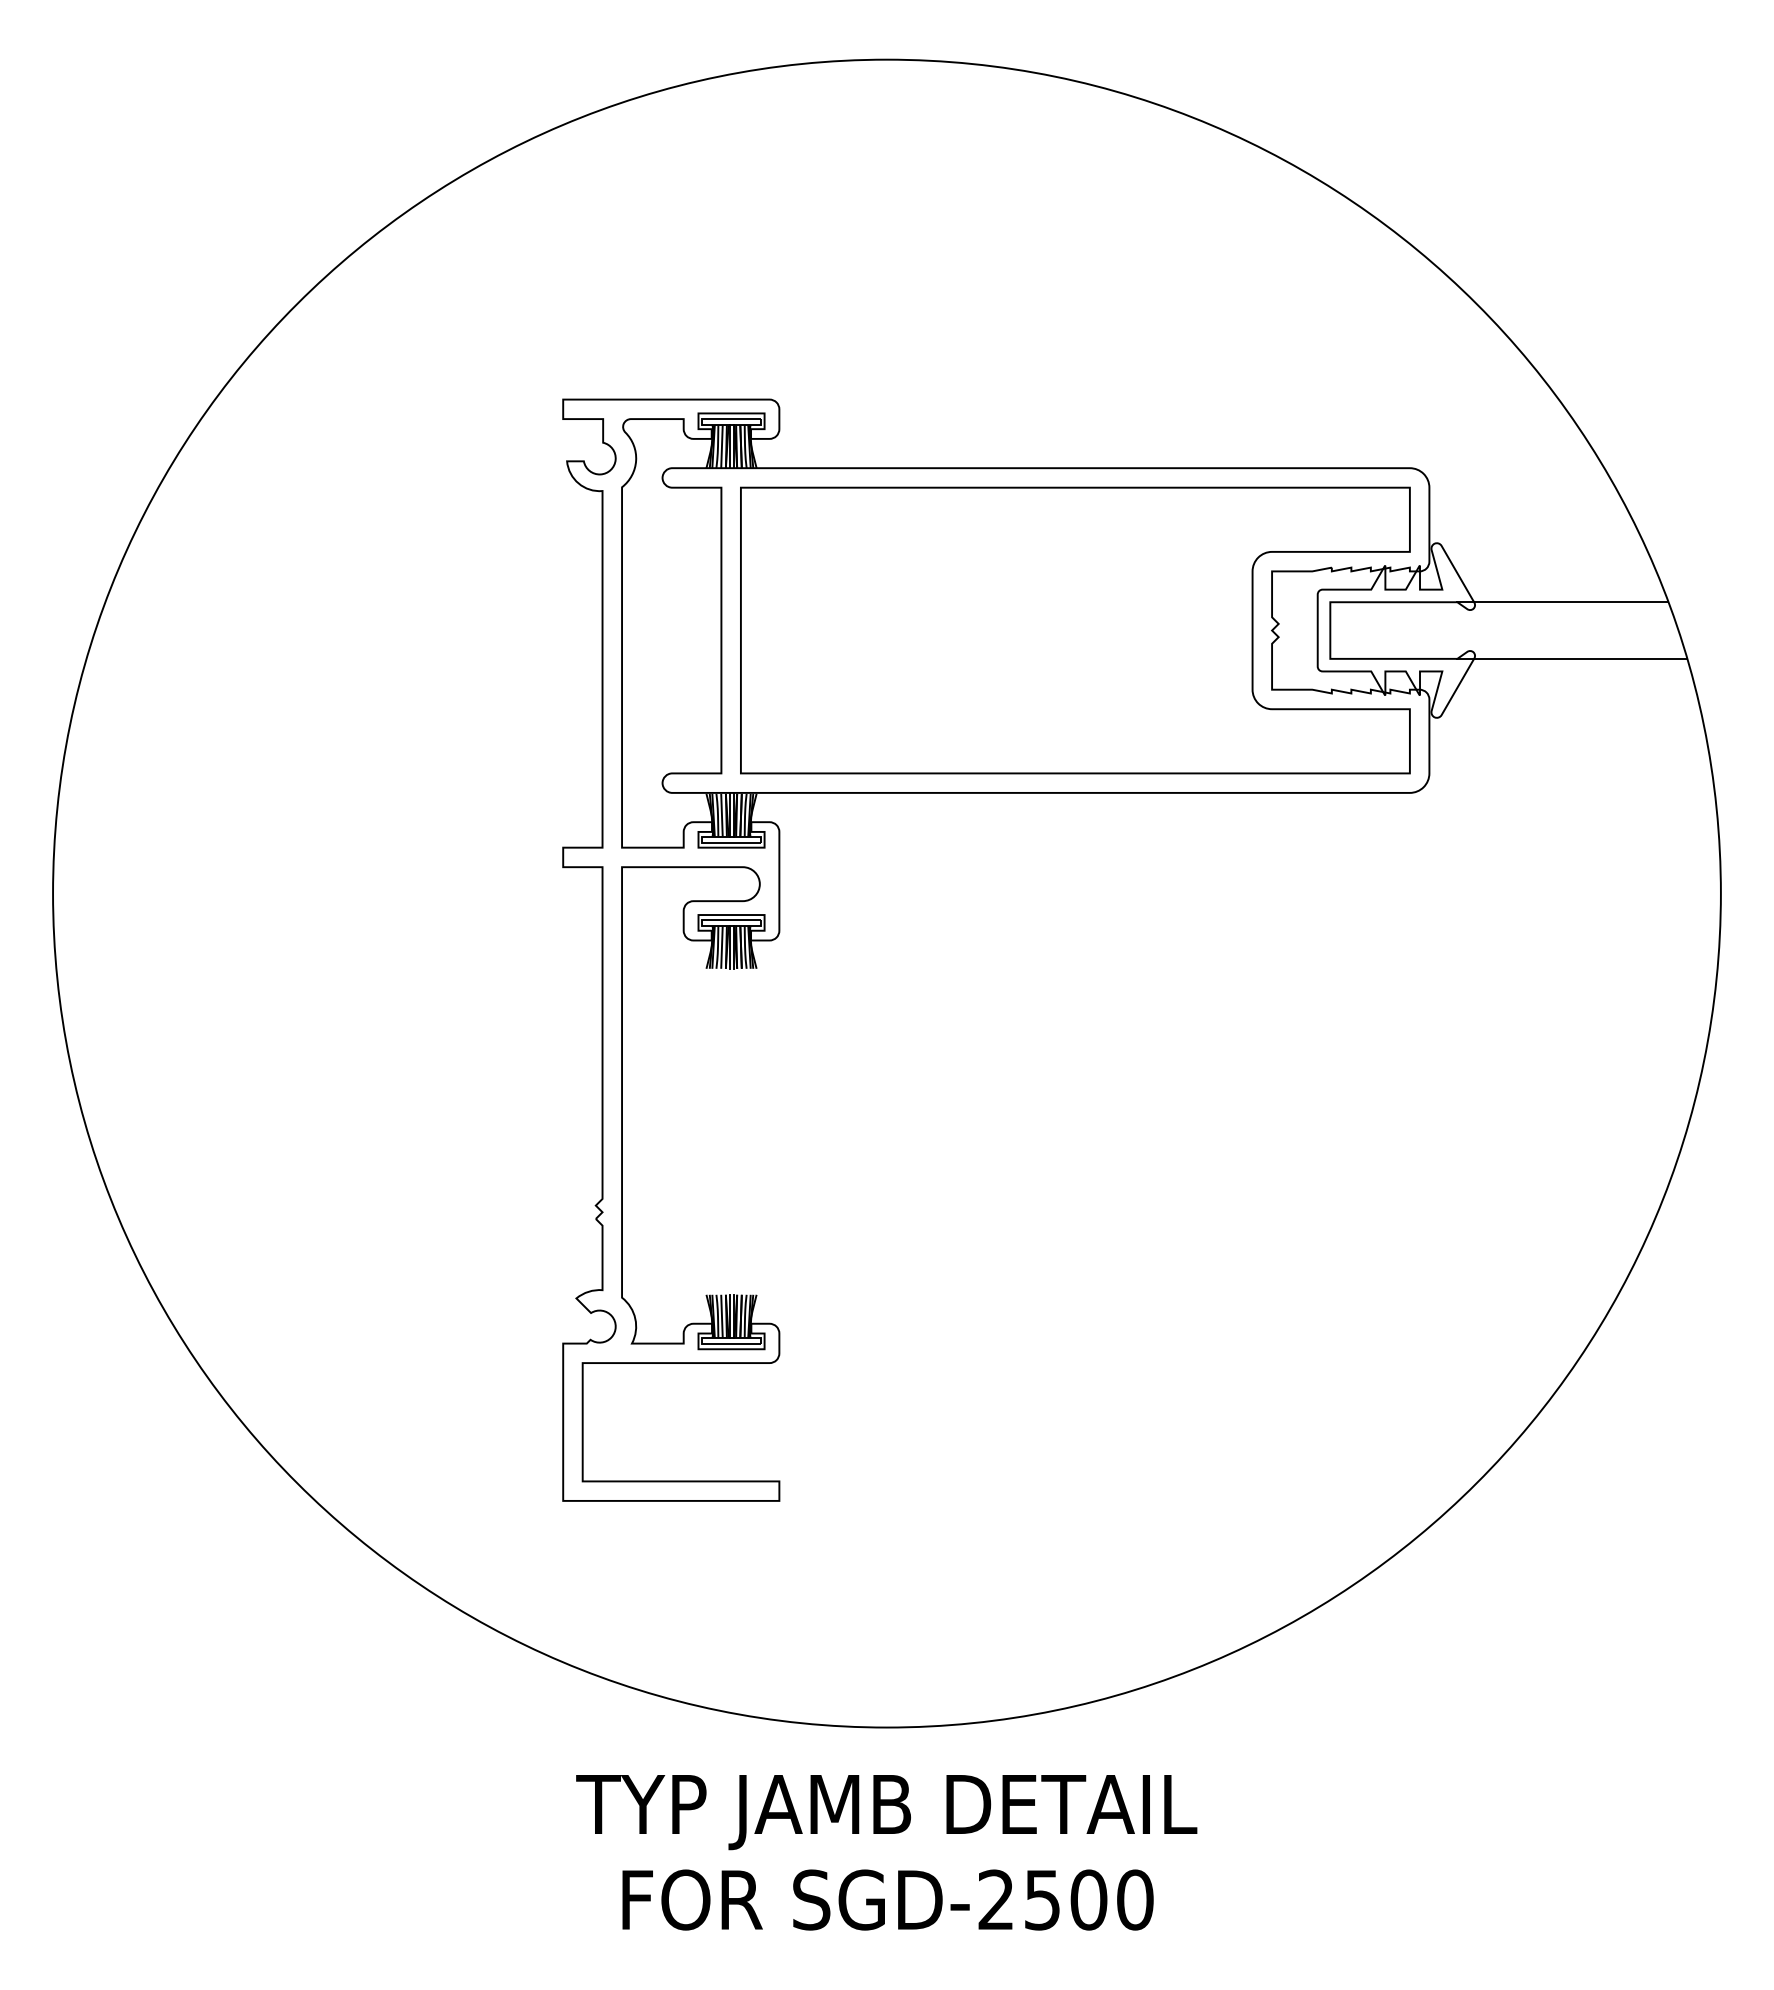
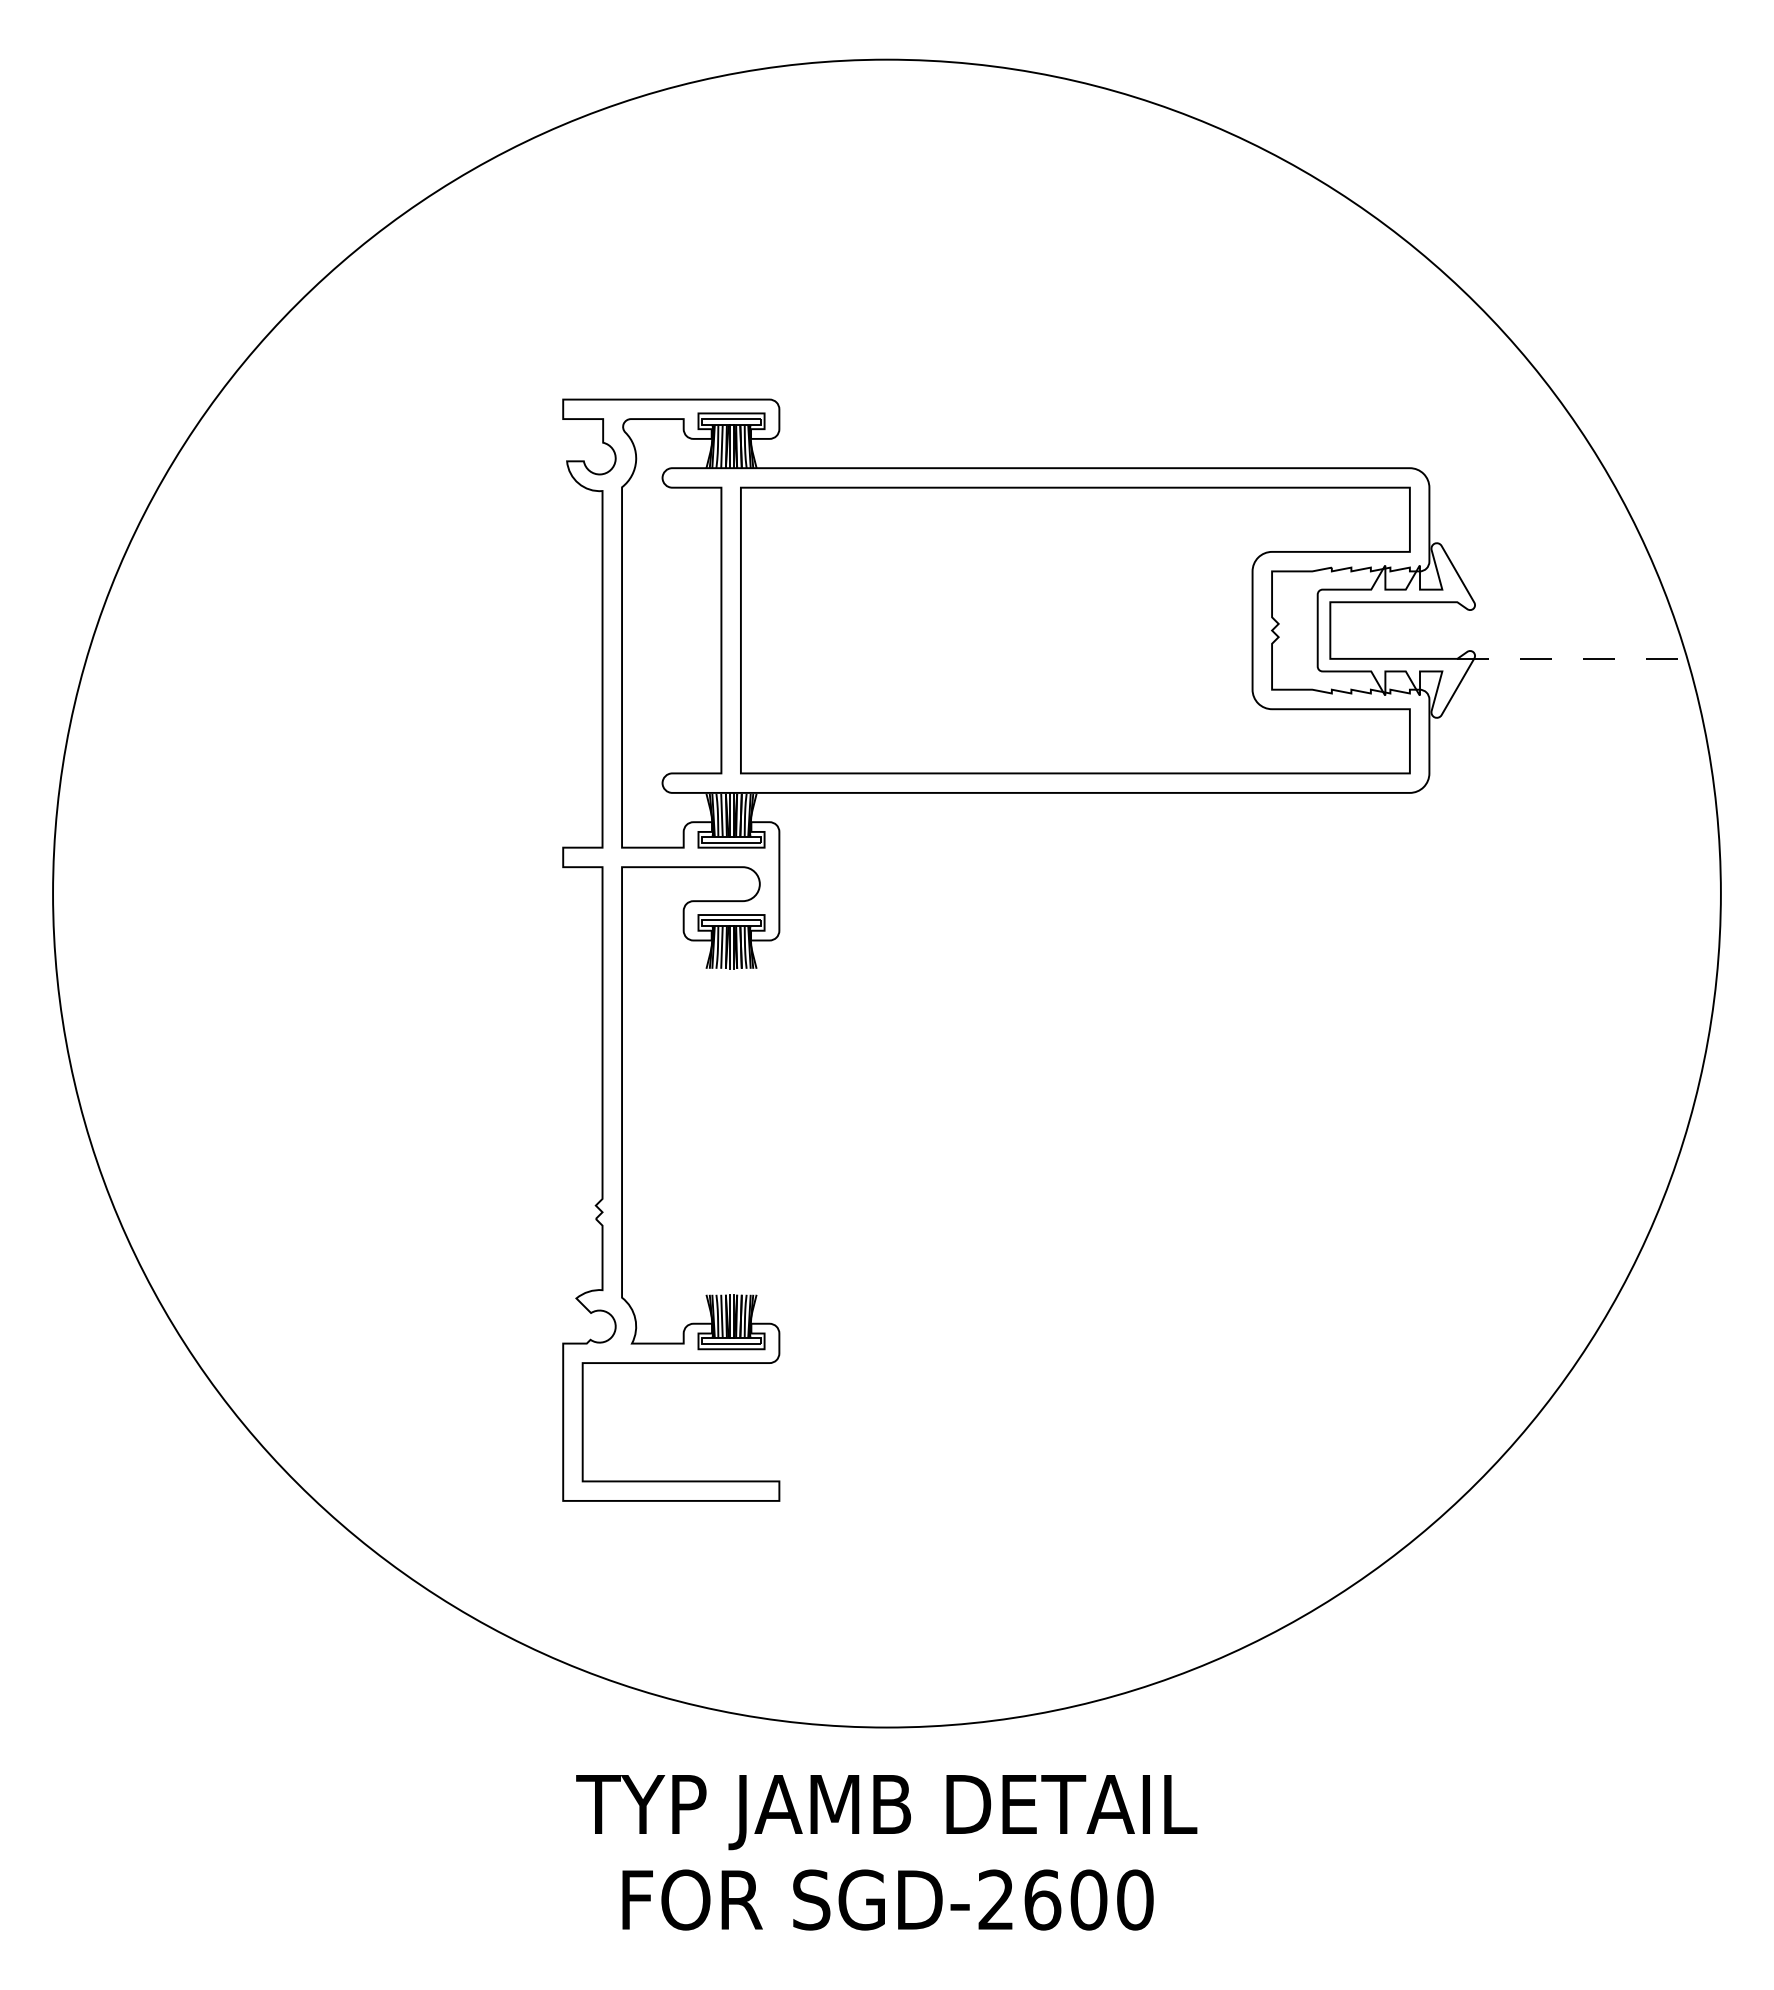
line at (1562, 602): present -> none
line at (1572, 658): solid -> dashed
text at (1042, 1899): SGD-2500 -> SGD-2600
